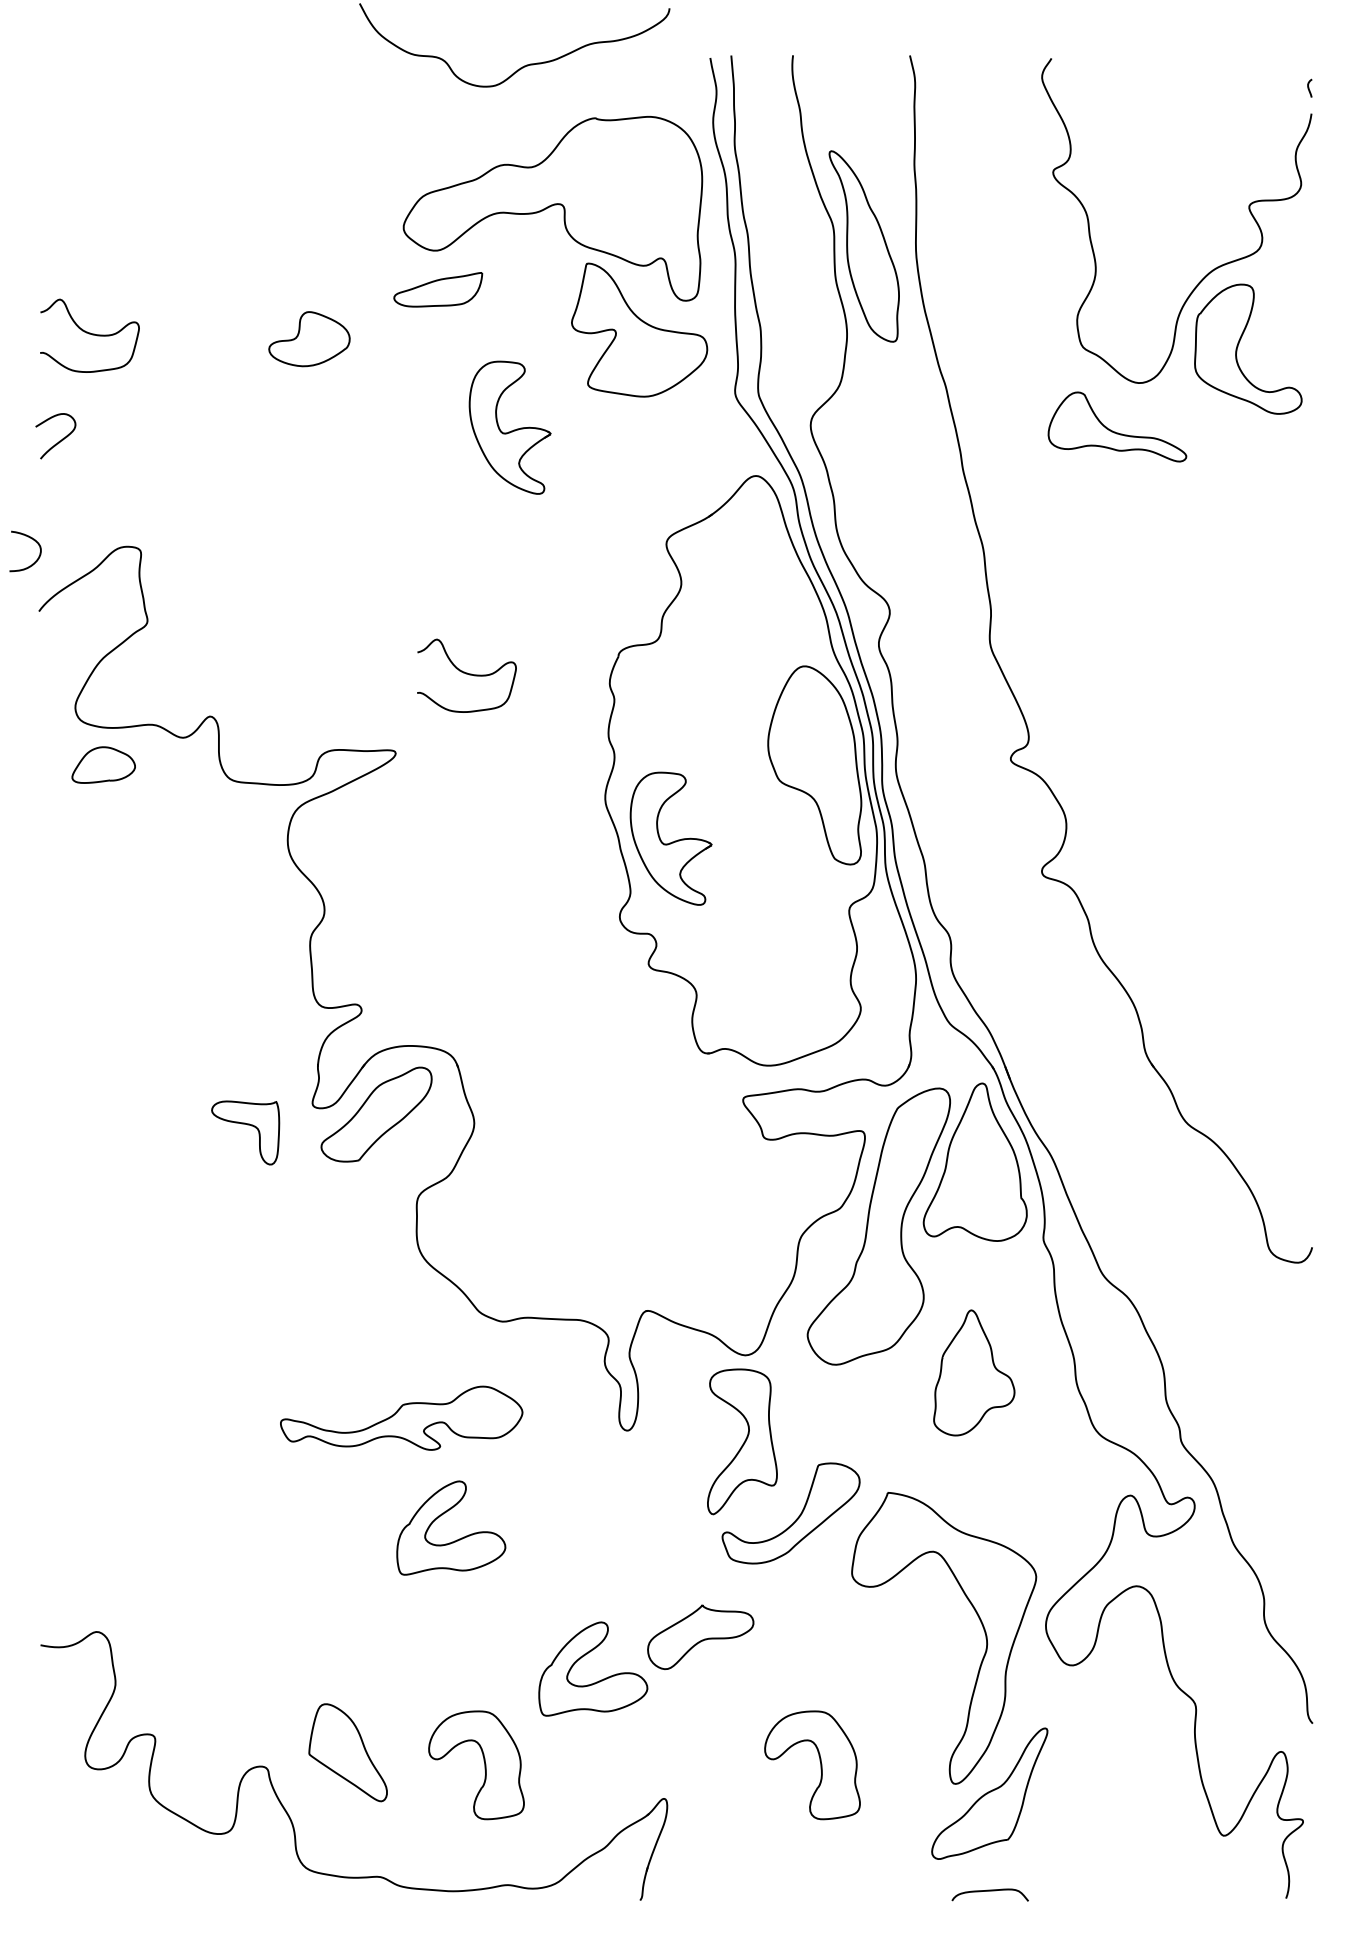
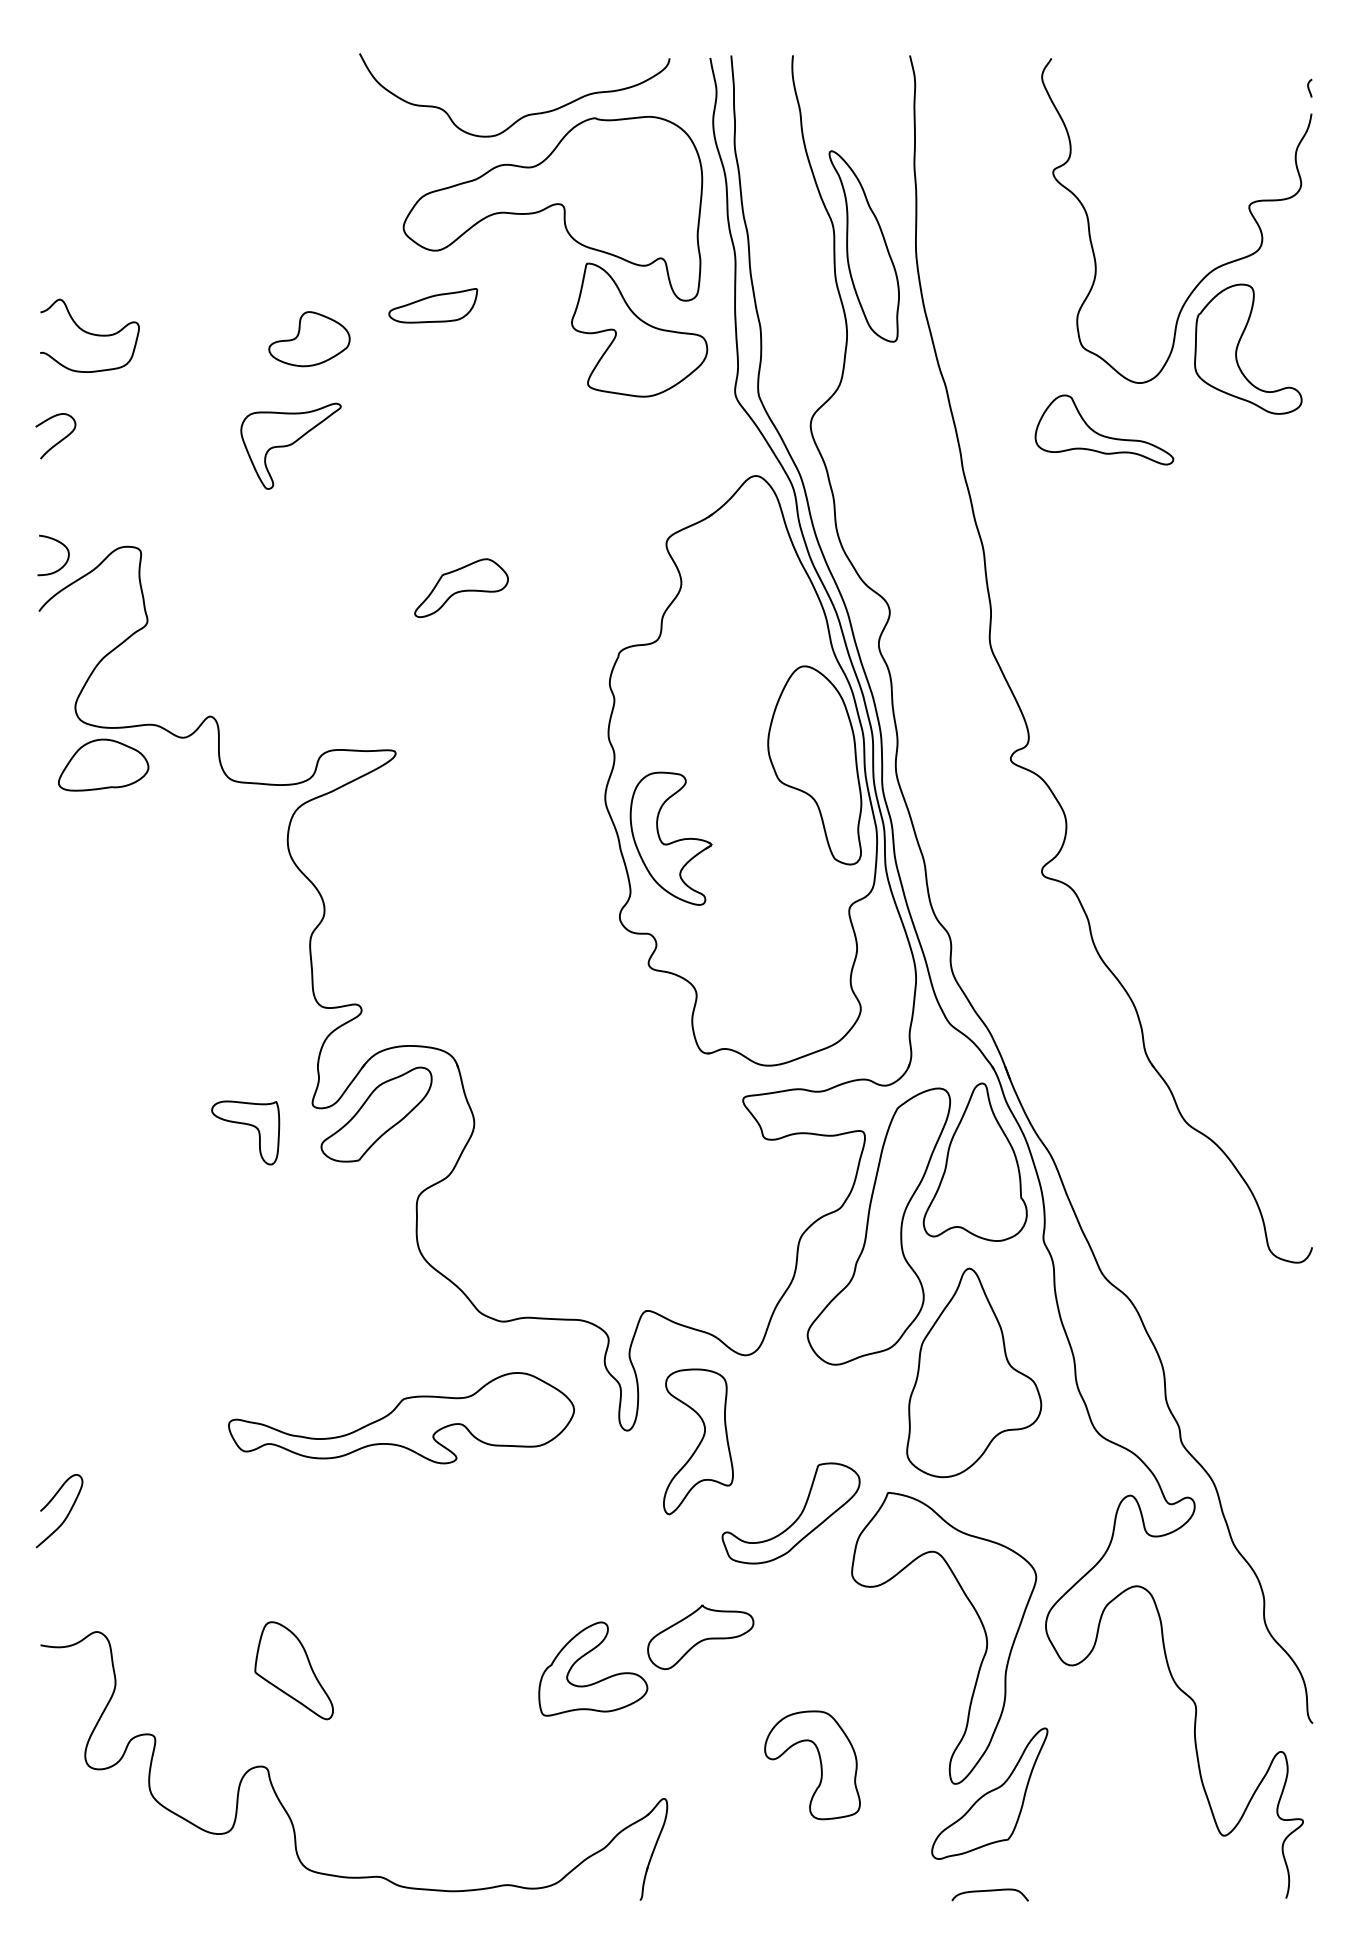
curve at (524, 65) position: (524, 65) -> (524, 115)
part at (438, 289) position: (438, 289) -> (433, 305)
part at (1117, 426) position: (1117, 426) -> (1104, 429)
part at (509, 427): present -> none
part at (290, 445): none -> present
curve at (31, 539) position: (31, 539) -> (59, 543)
part at (461, 587): none -> present
curve at (466, 674): present -> none
part at (103, 764) size: 65x38 px -> 92x54 px
part at (974, 1372) size: 83x128 px -> 137x212 px
part at (401, 1417) size: 244x66 px -> 348x93 px
part at (742, 1441) position: (742, 1441) -> (698, 1441)
curve at (66, 1515): none -> present
part at (454, 1540): present -> none
part at (347, 1752) position: (347, 1752) -> (293, 1670)
part at (484, 1765): present -> none
